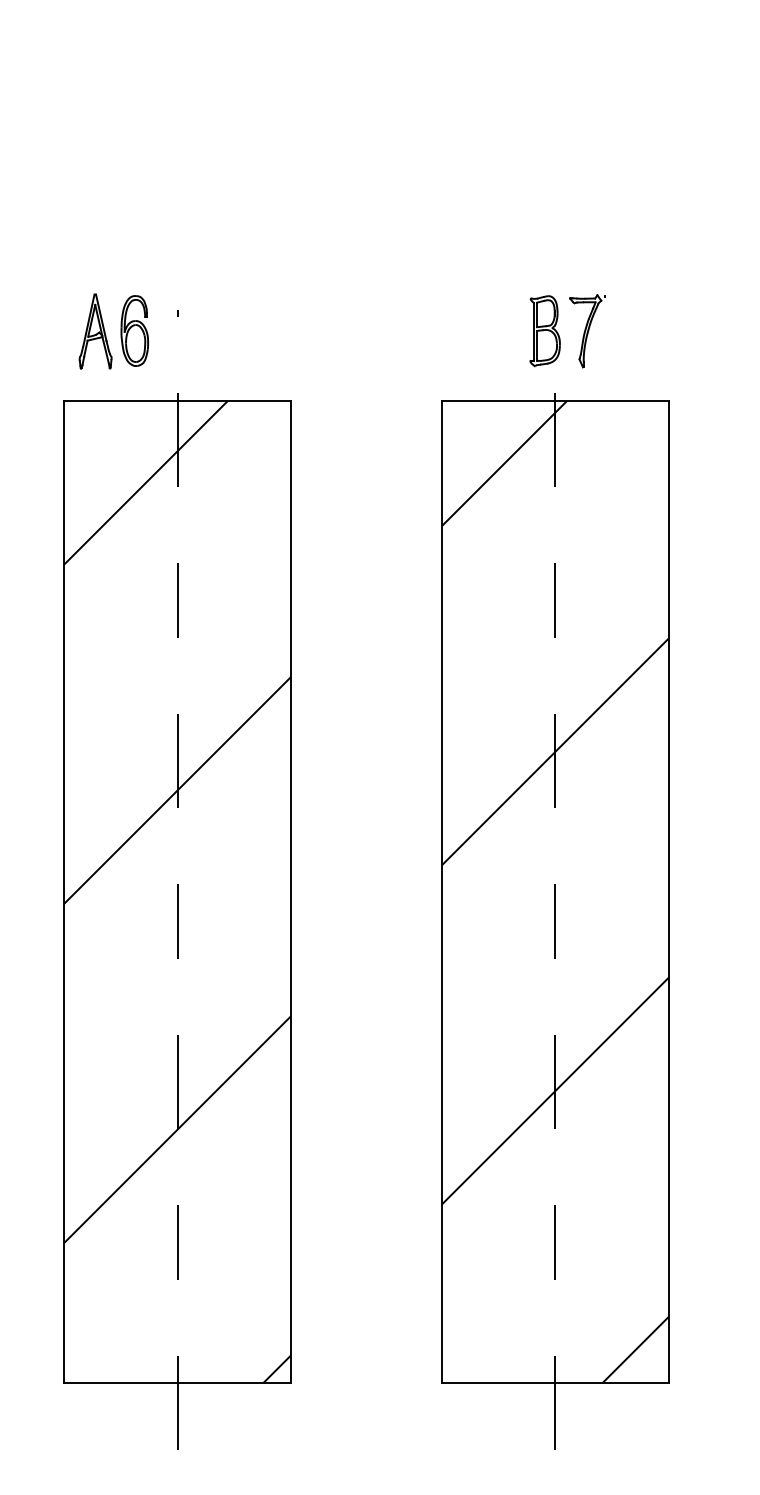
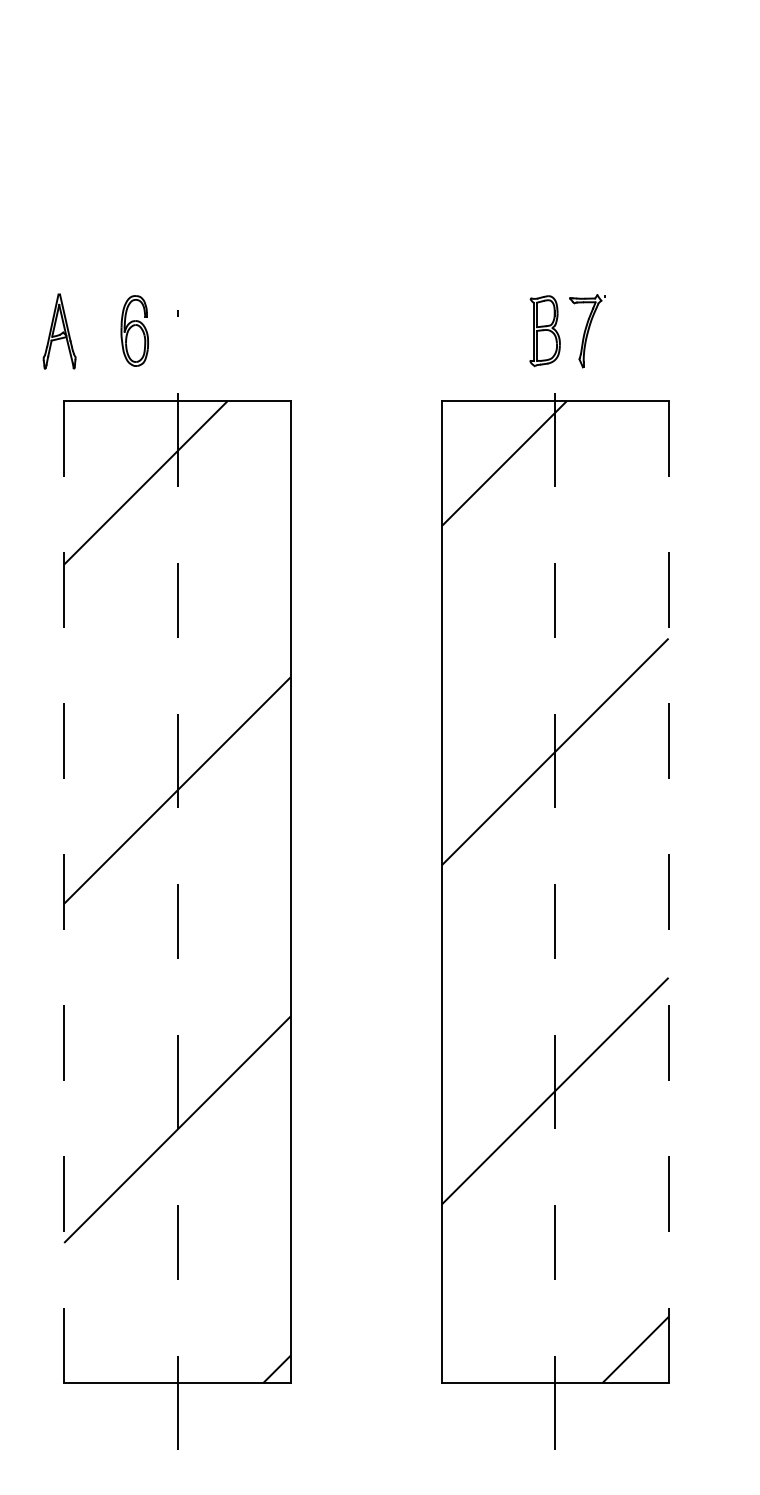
part at (95, 331) position: (95, 331) -> (59, 331)
line at (668, 891): solid -> dashed
line at (64, 892): solid -> dashed
